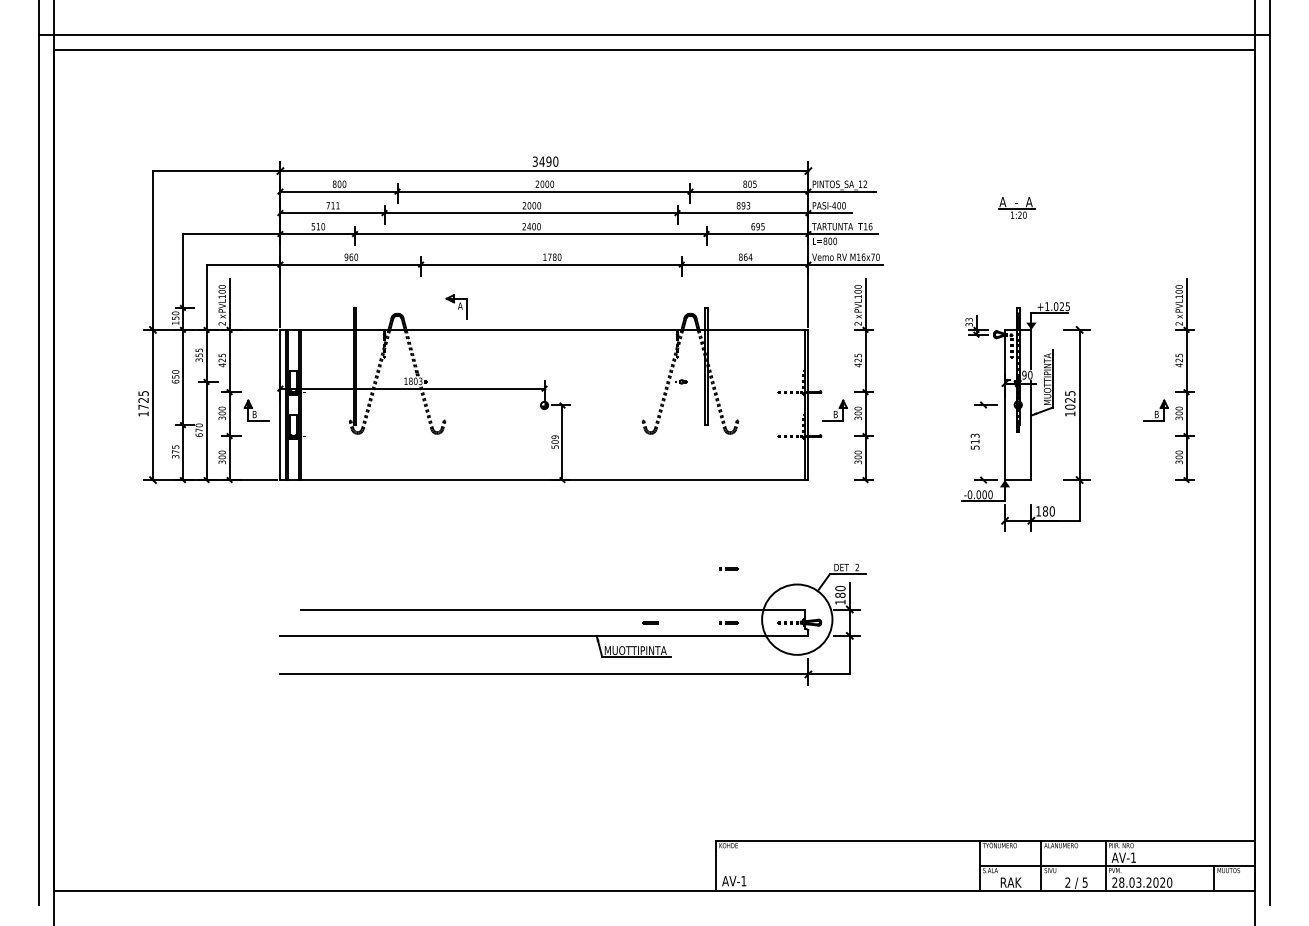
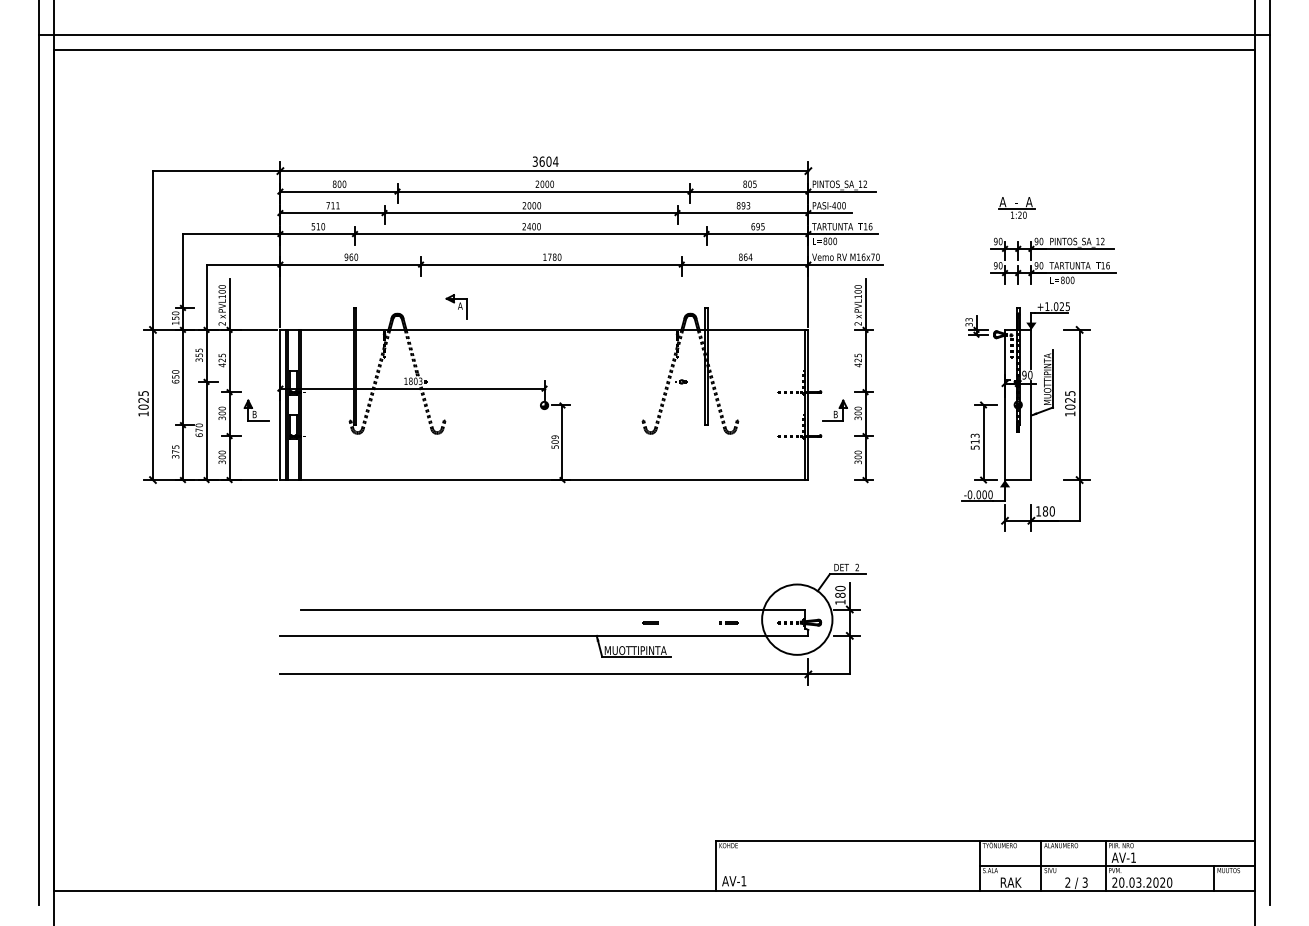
text at (548, 161): 3490 -> 3604
part at (1053, 260): none -> present
part at (1175, 391): present -> none
text at (143, 406): 1725 -> 1025
line at (983, 442): none -> present
line at (728, 568): present -> none
text at (1084, 881): 5 -> 3
text at (1121, 882): 28.03.2020 -> 20.03.2020
